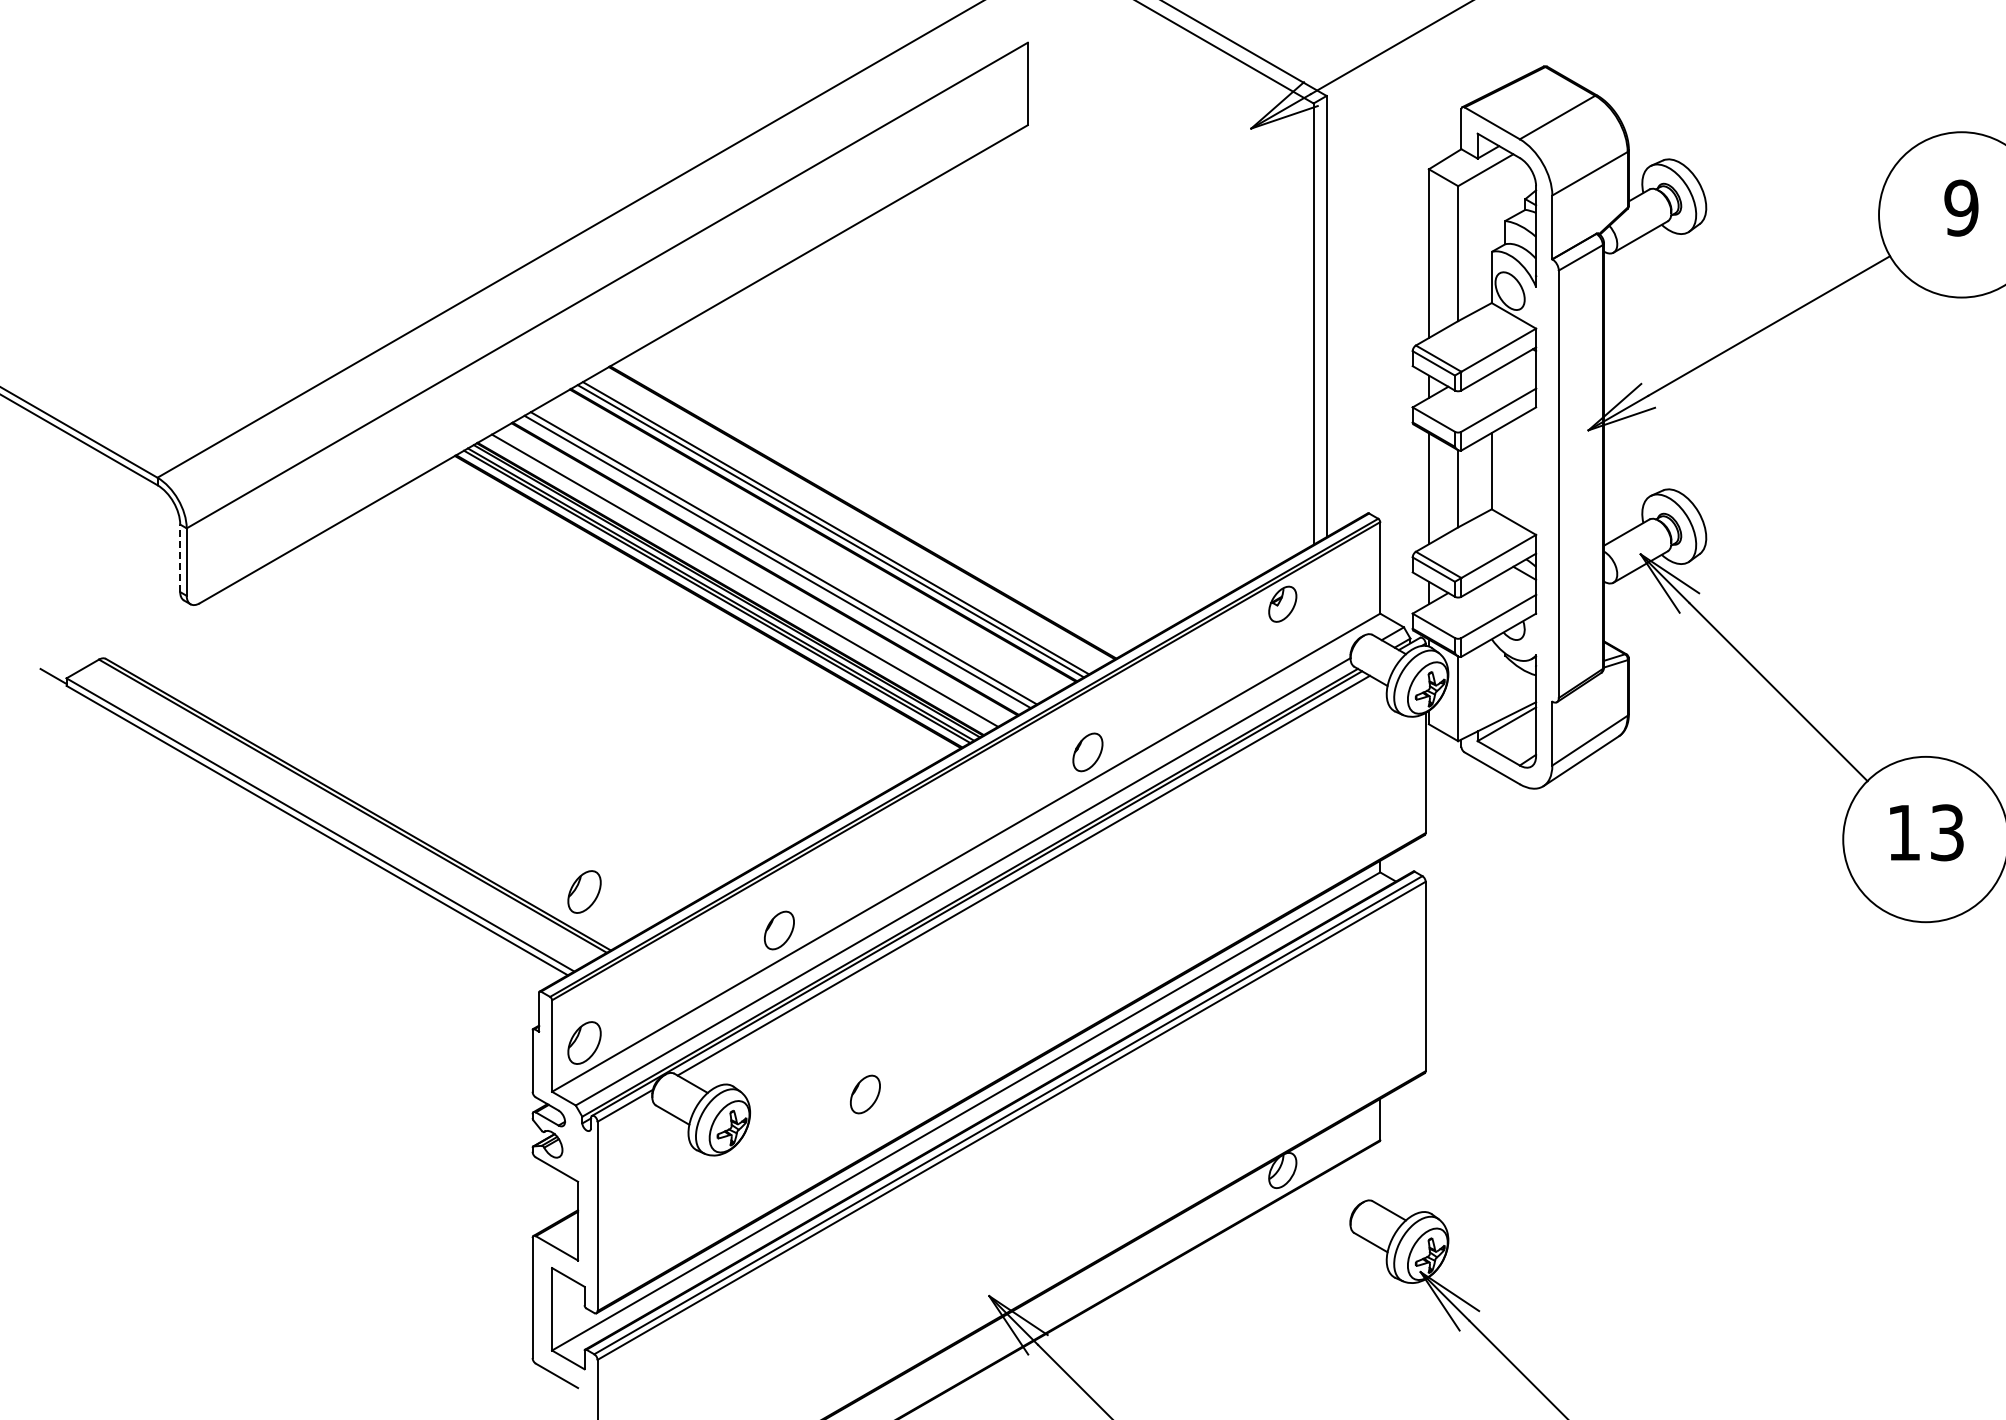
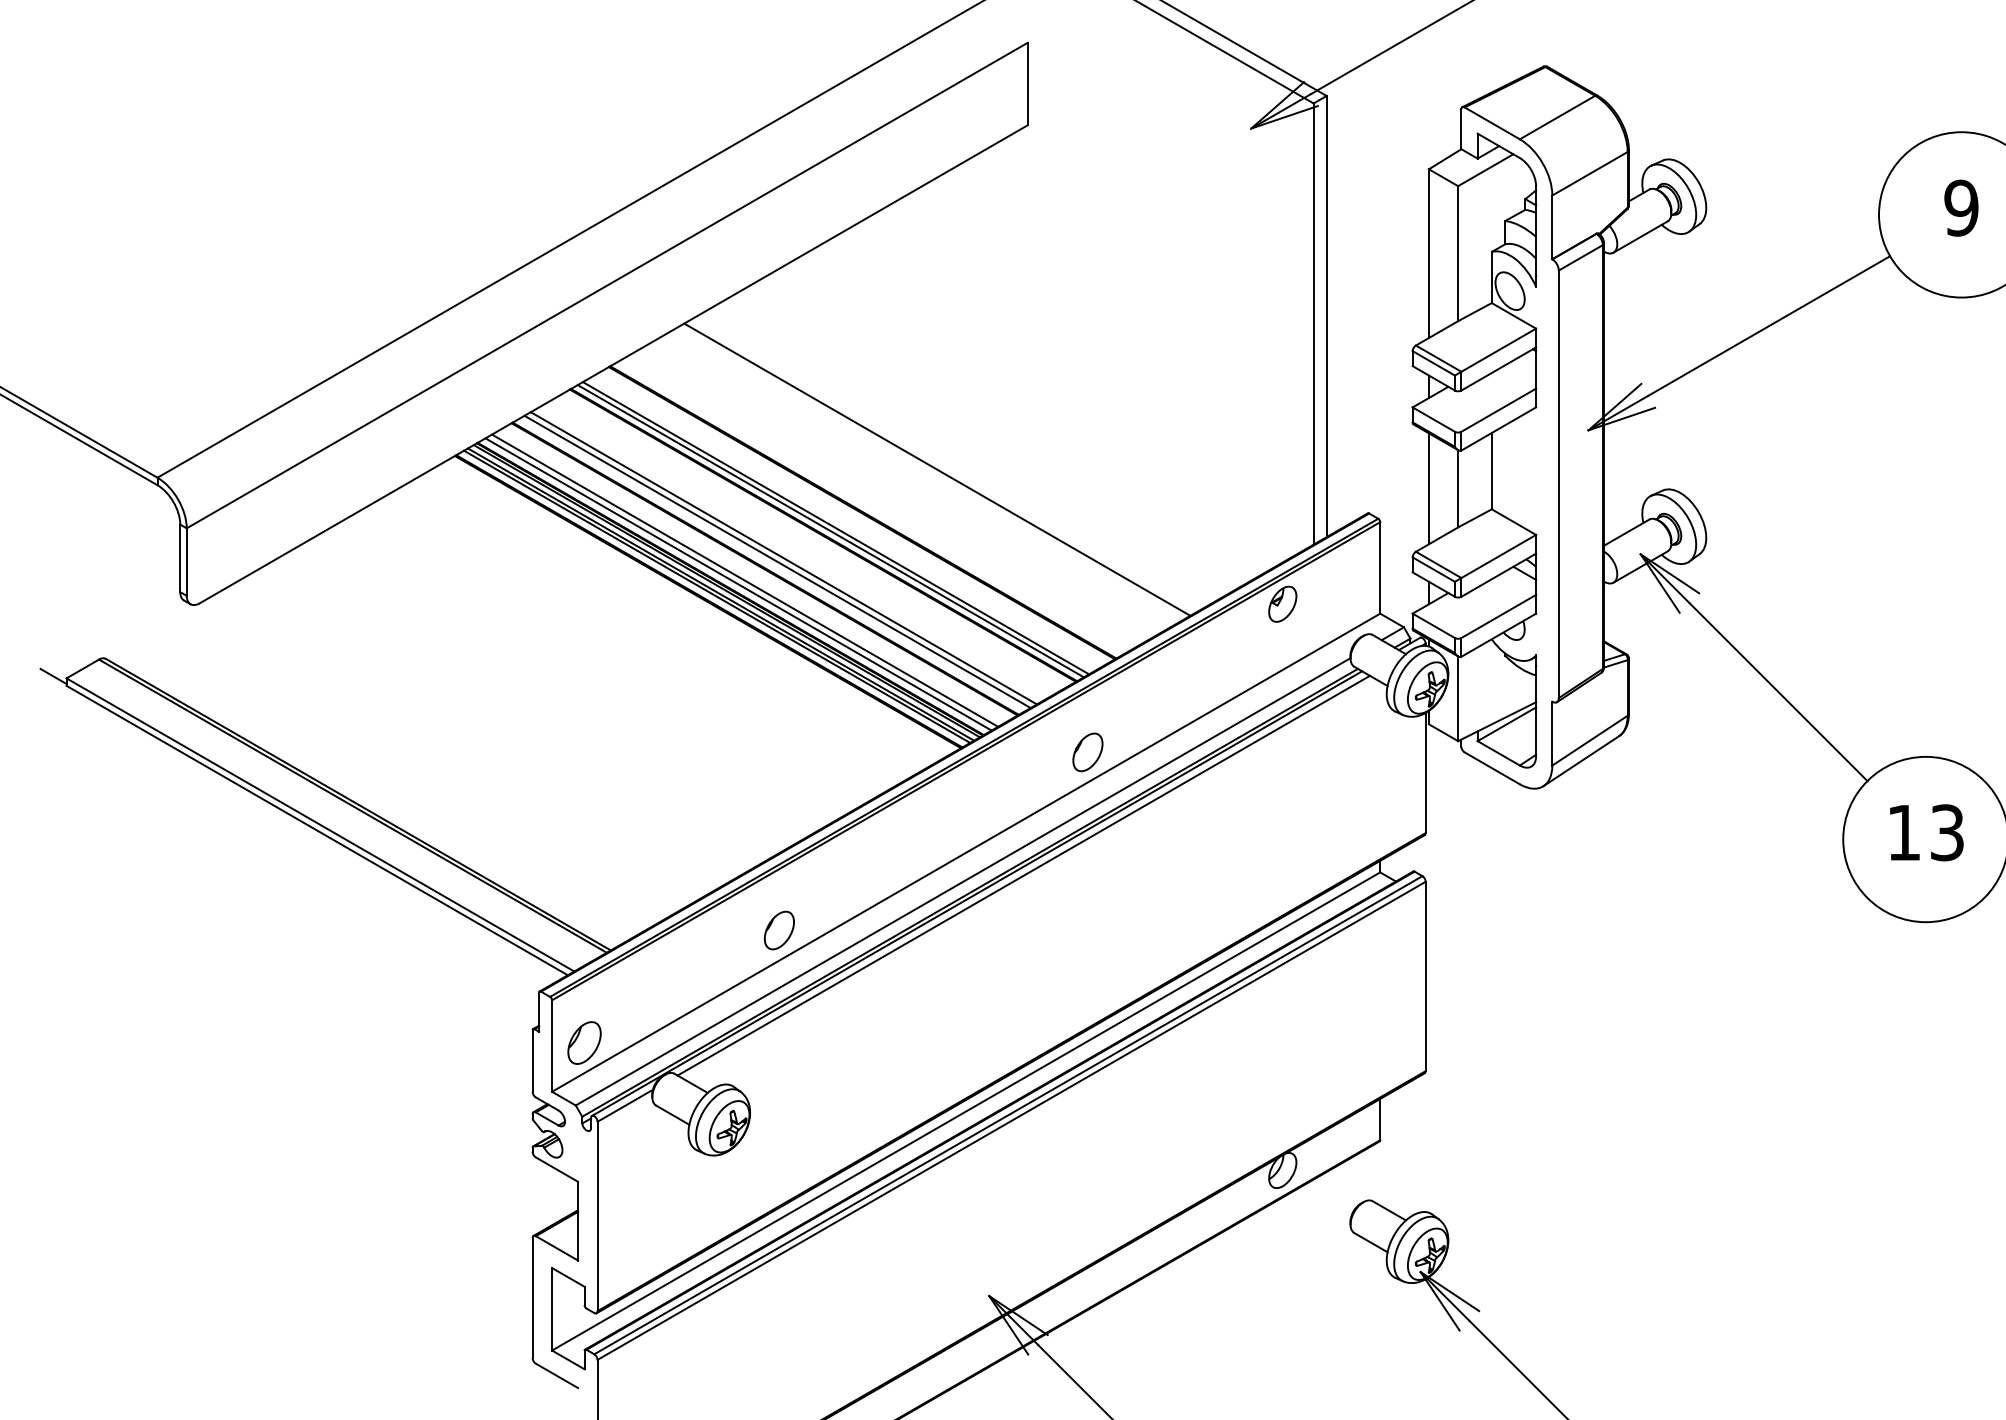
line at (937, 469): none -> present
line at (180, 558): dashed -> solid
line at (738, 584): none -> present
part at (584, 891): present -> none
part at (865, 1094): present -> none
